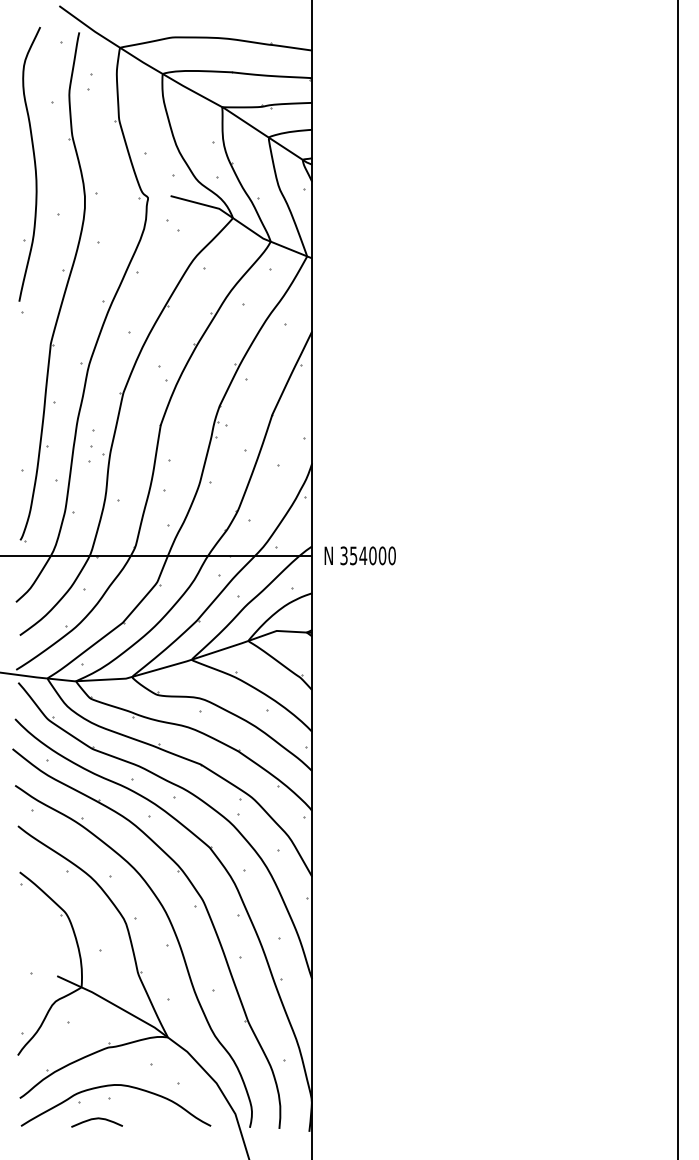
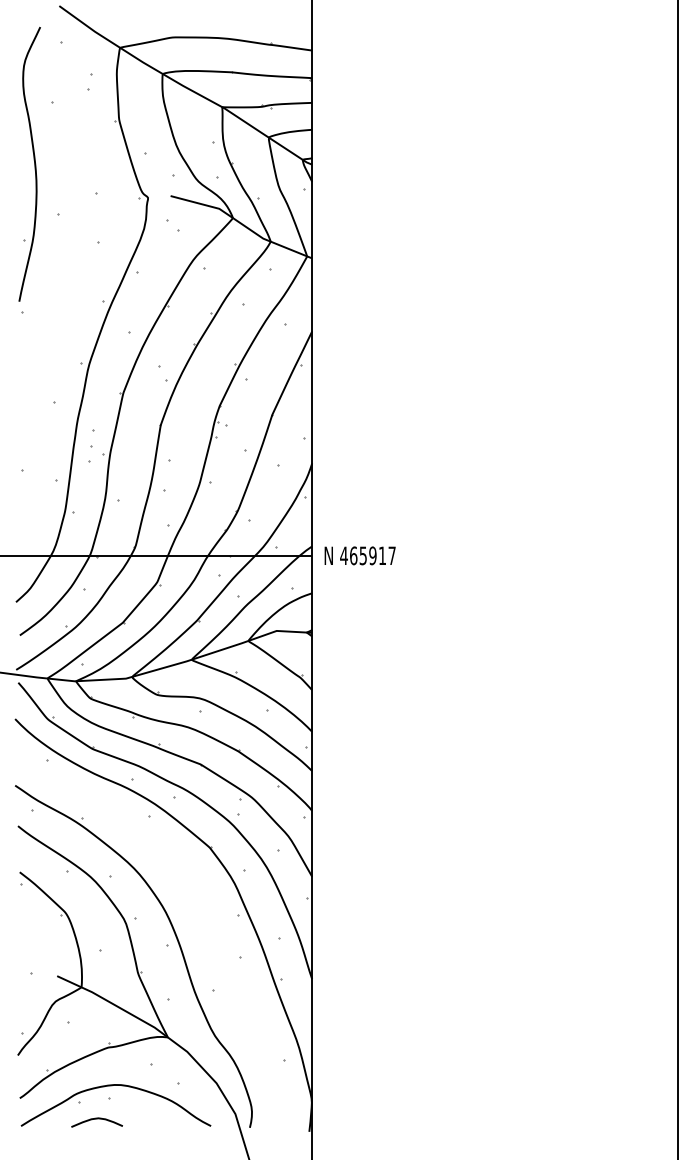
part at (64, 289): present -> none
text at (367, 555): 354000 -> 465917
part at (194, 906): present -> none
